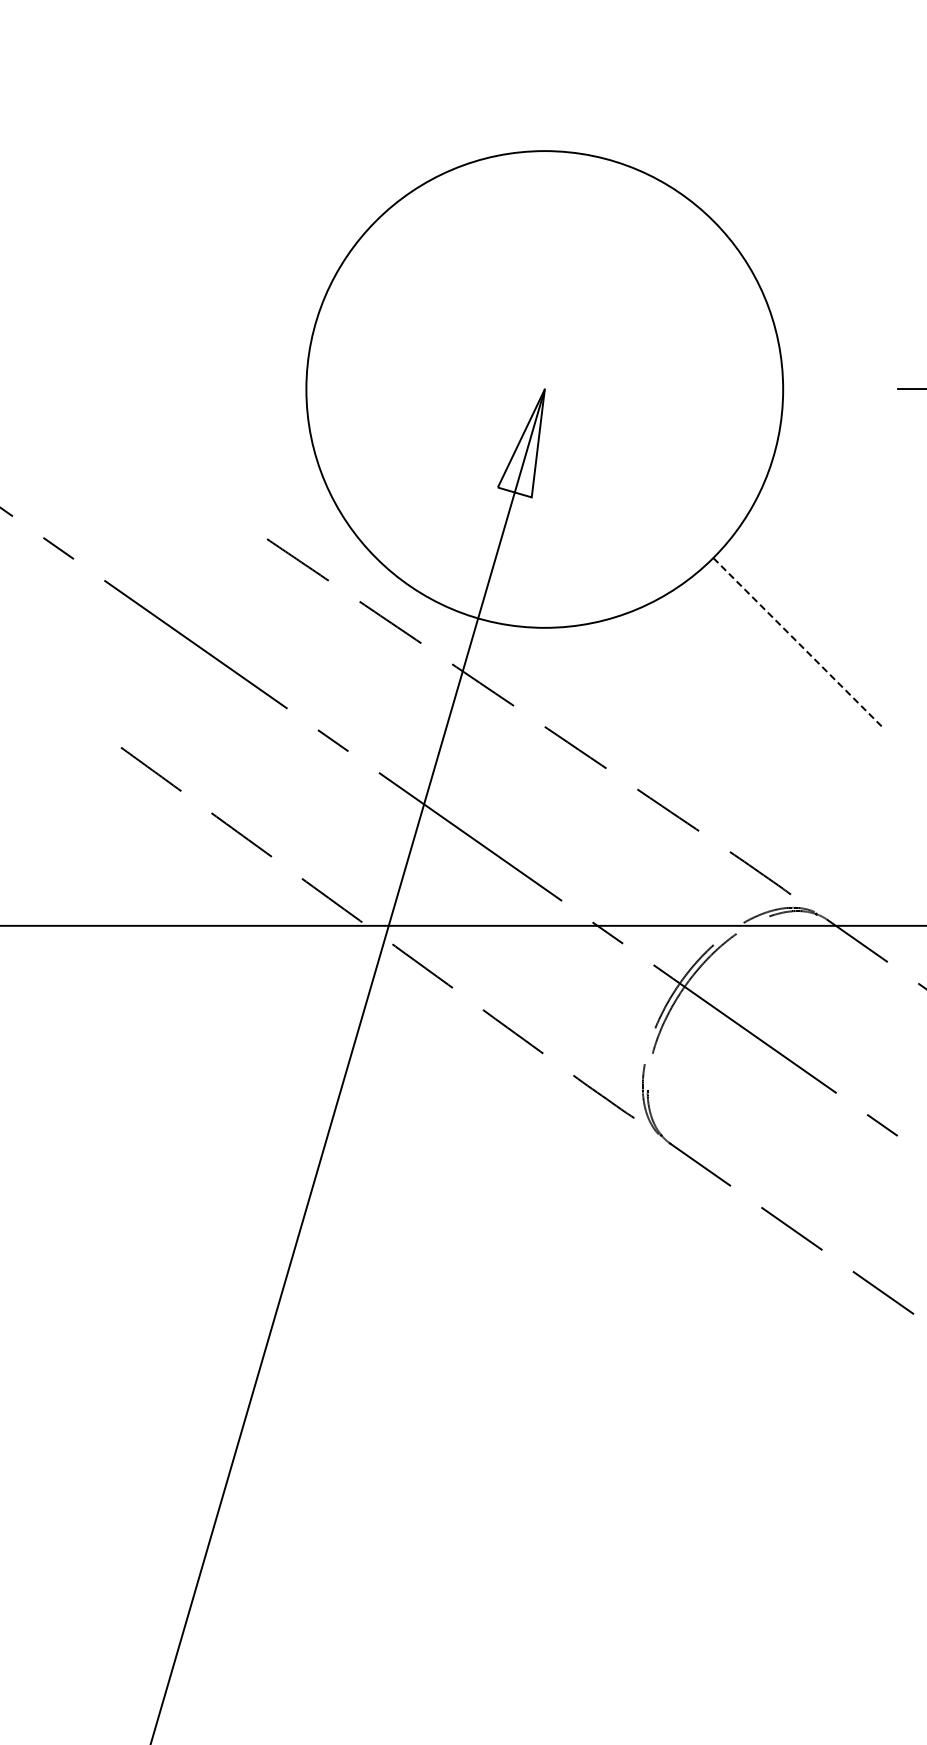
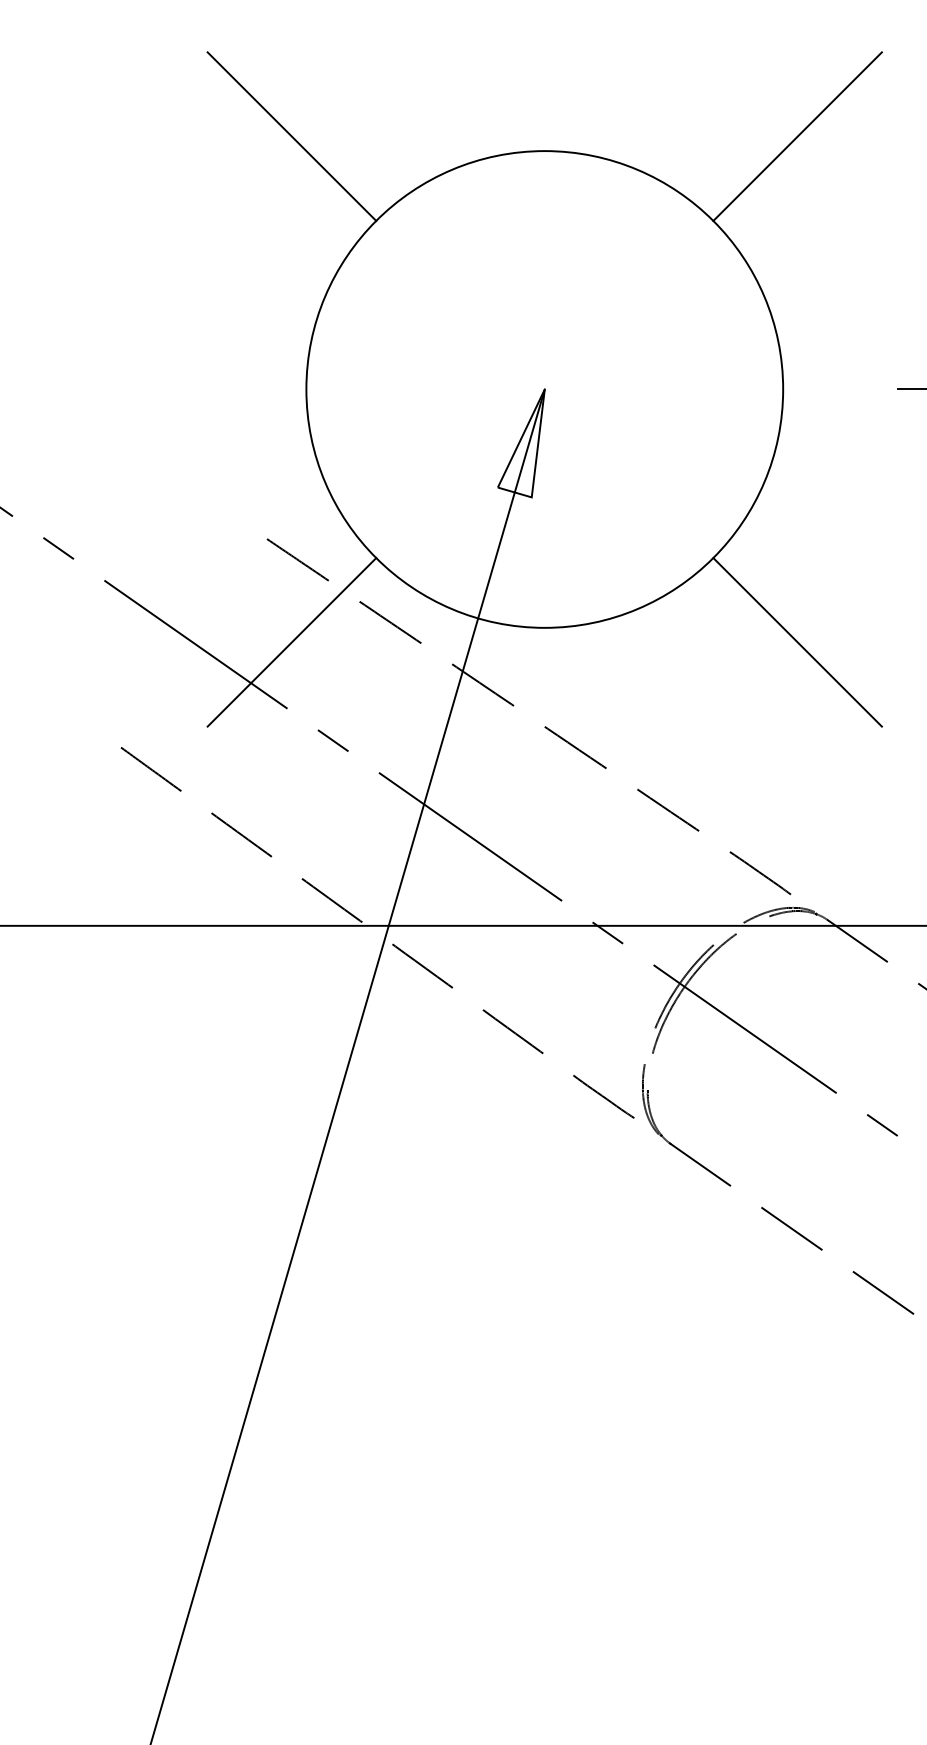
line at (291, 136): none -> present
line at (797, 136): none -> present
line at (291, 642): none -> present
line at (798, 642): dashed -> solid
